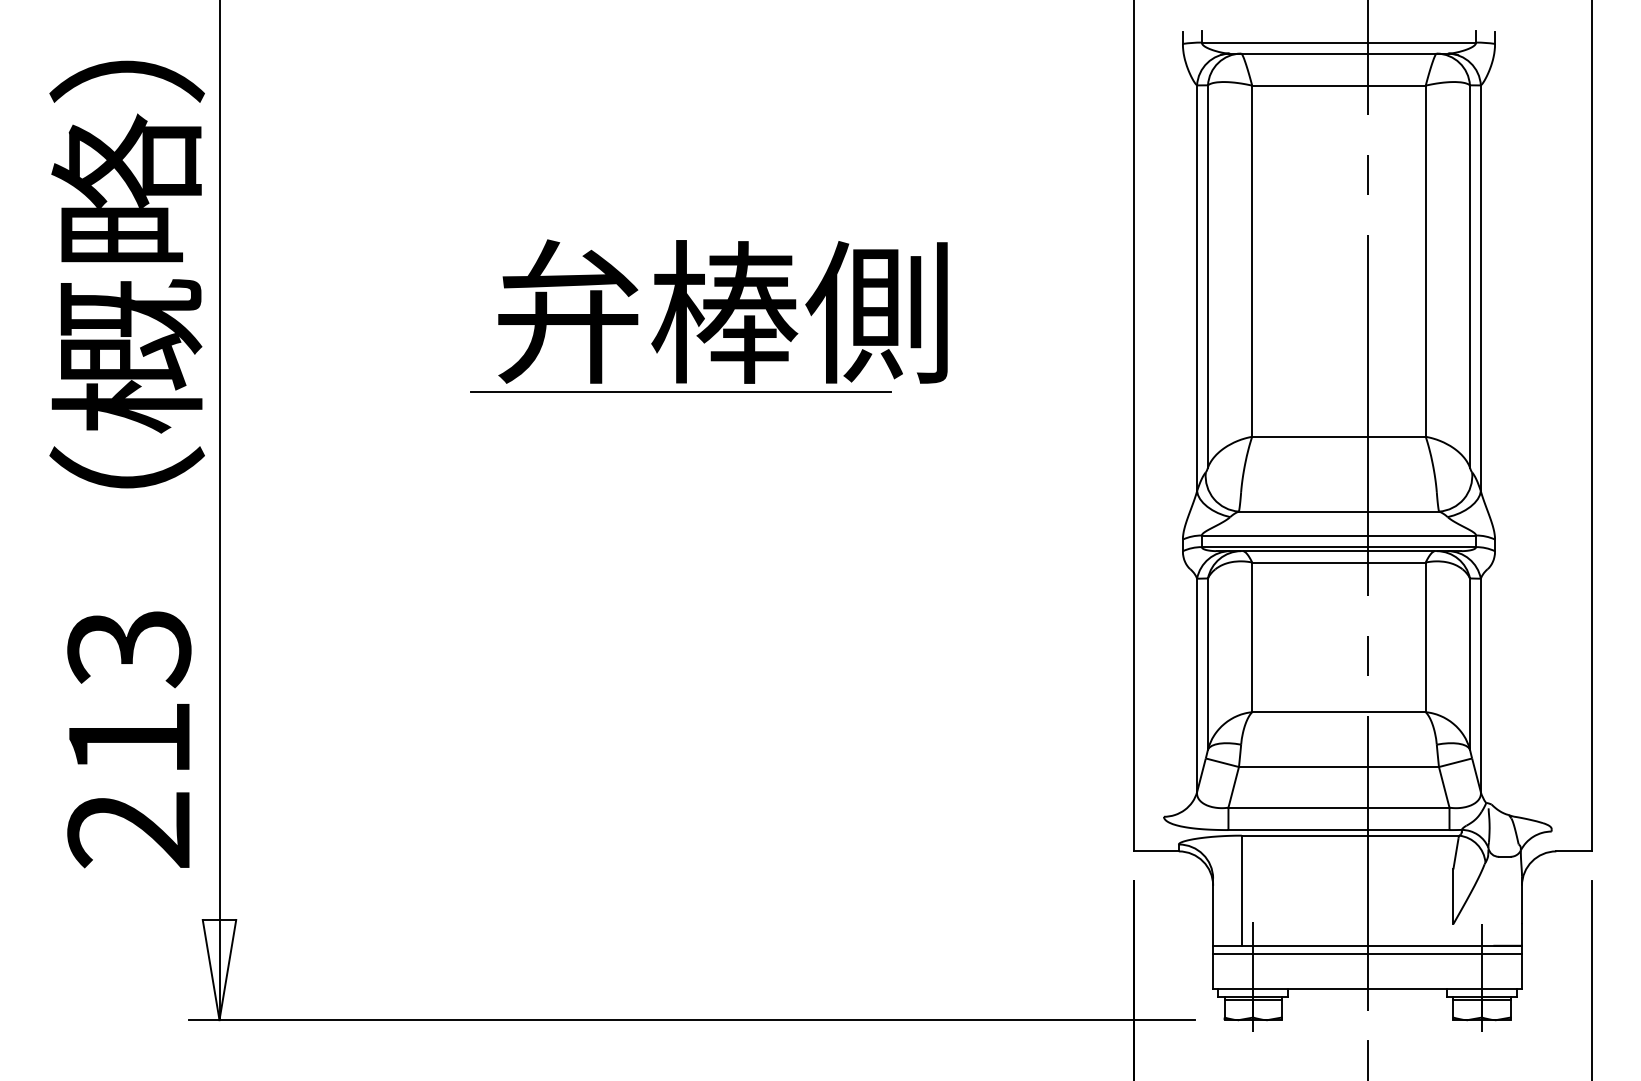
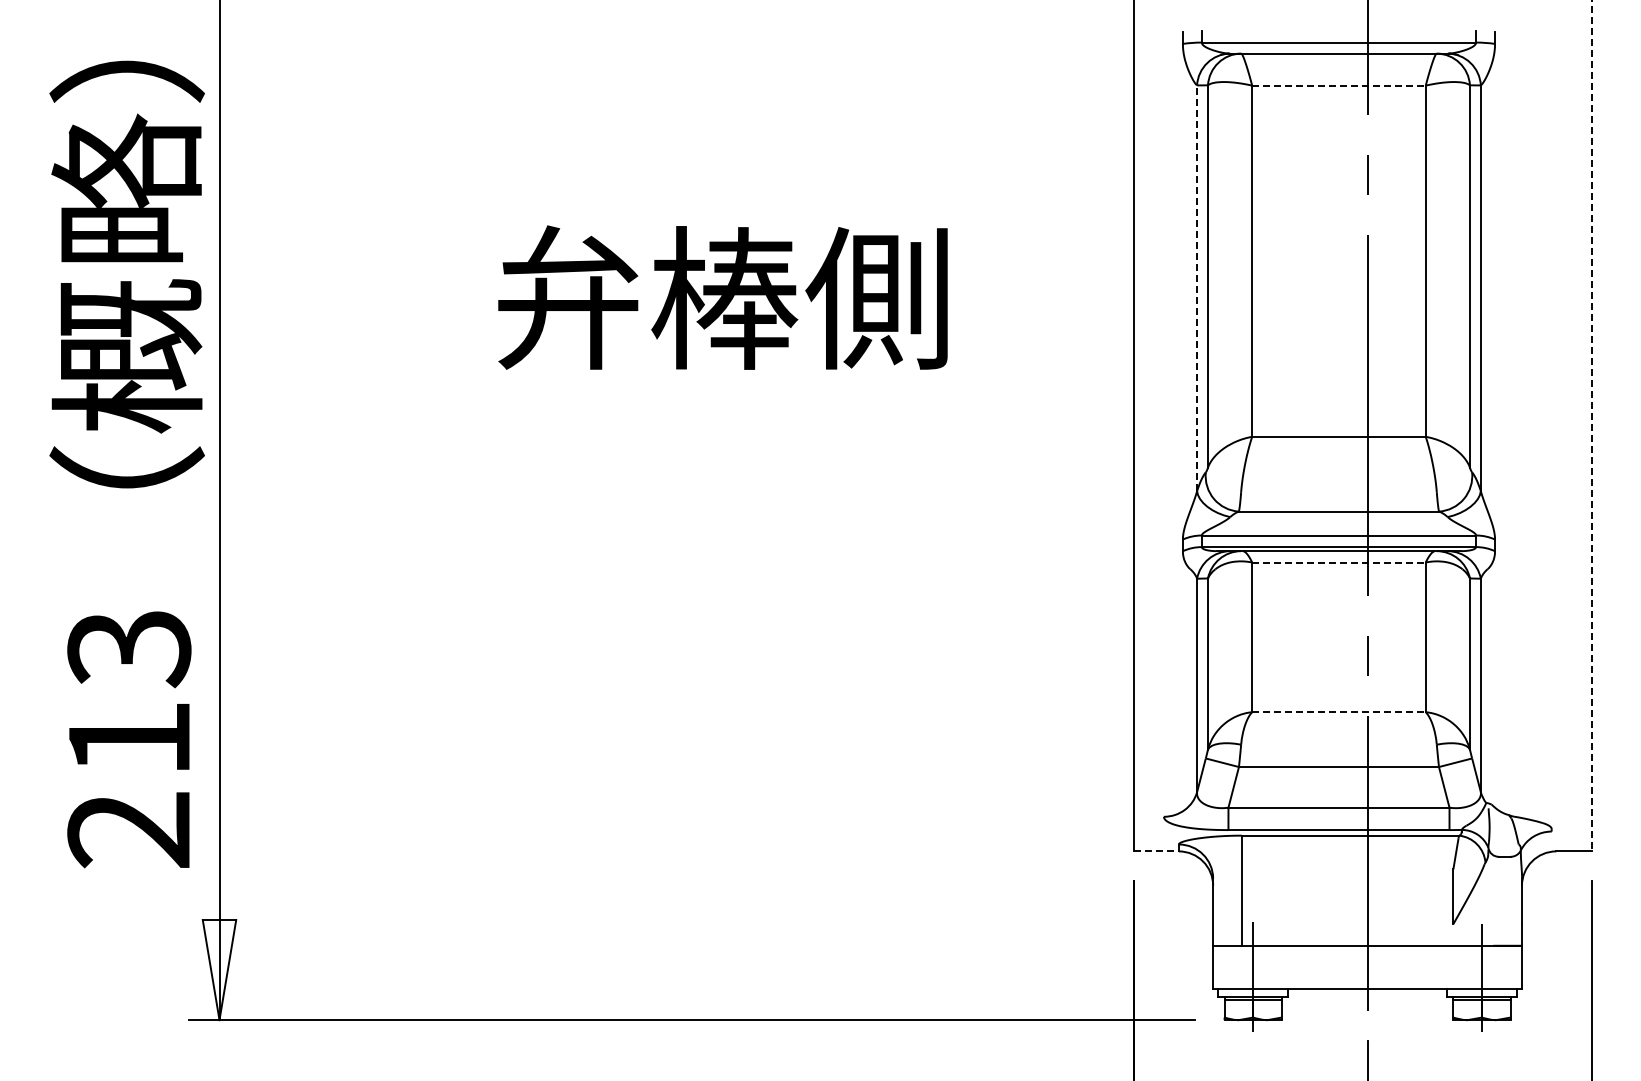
line at (1338, 85): solid -> dashed
line at (1197, 288): solid -> dashed
text at (722, 311) position: (722, 311) -> (722, 297)
line at (681, 391): present -> none
line at (1591, 426): solid -> dashed
line at (1338, 562): solid -> dashed
line at (1338, 712): solid -> dashed
line at (1157, 851): solid -> dashed
line at (1367, 954): present -> none
